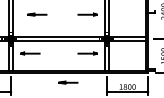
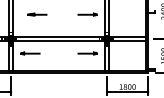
line at (68, 82): present -> none
